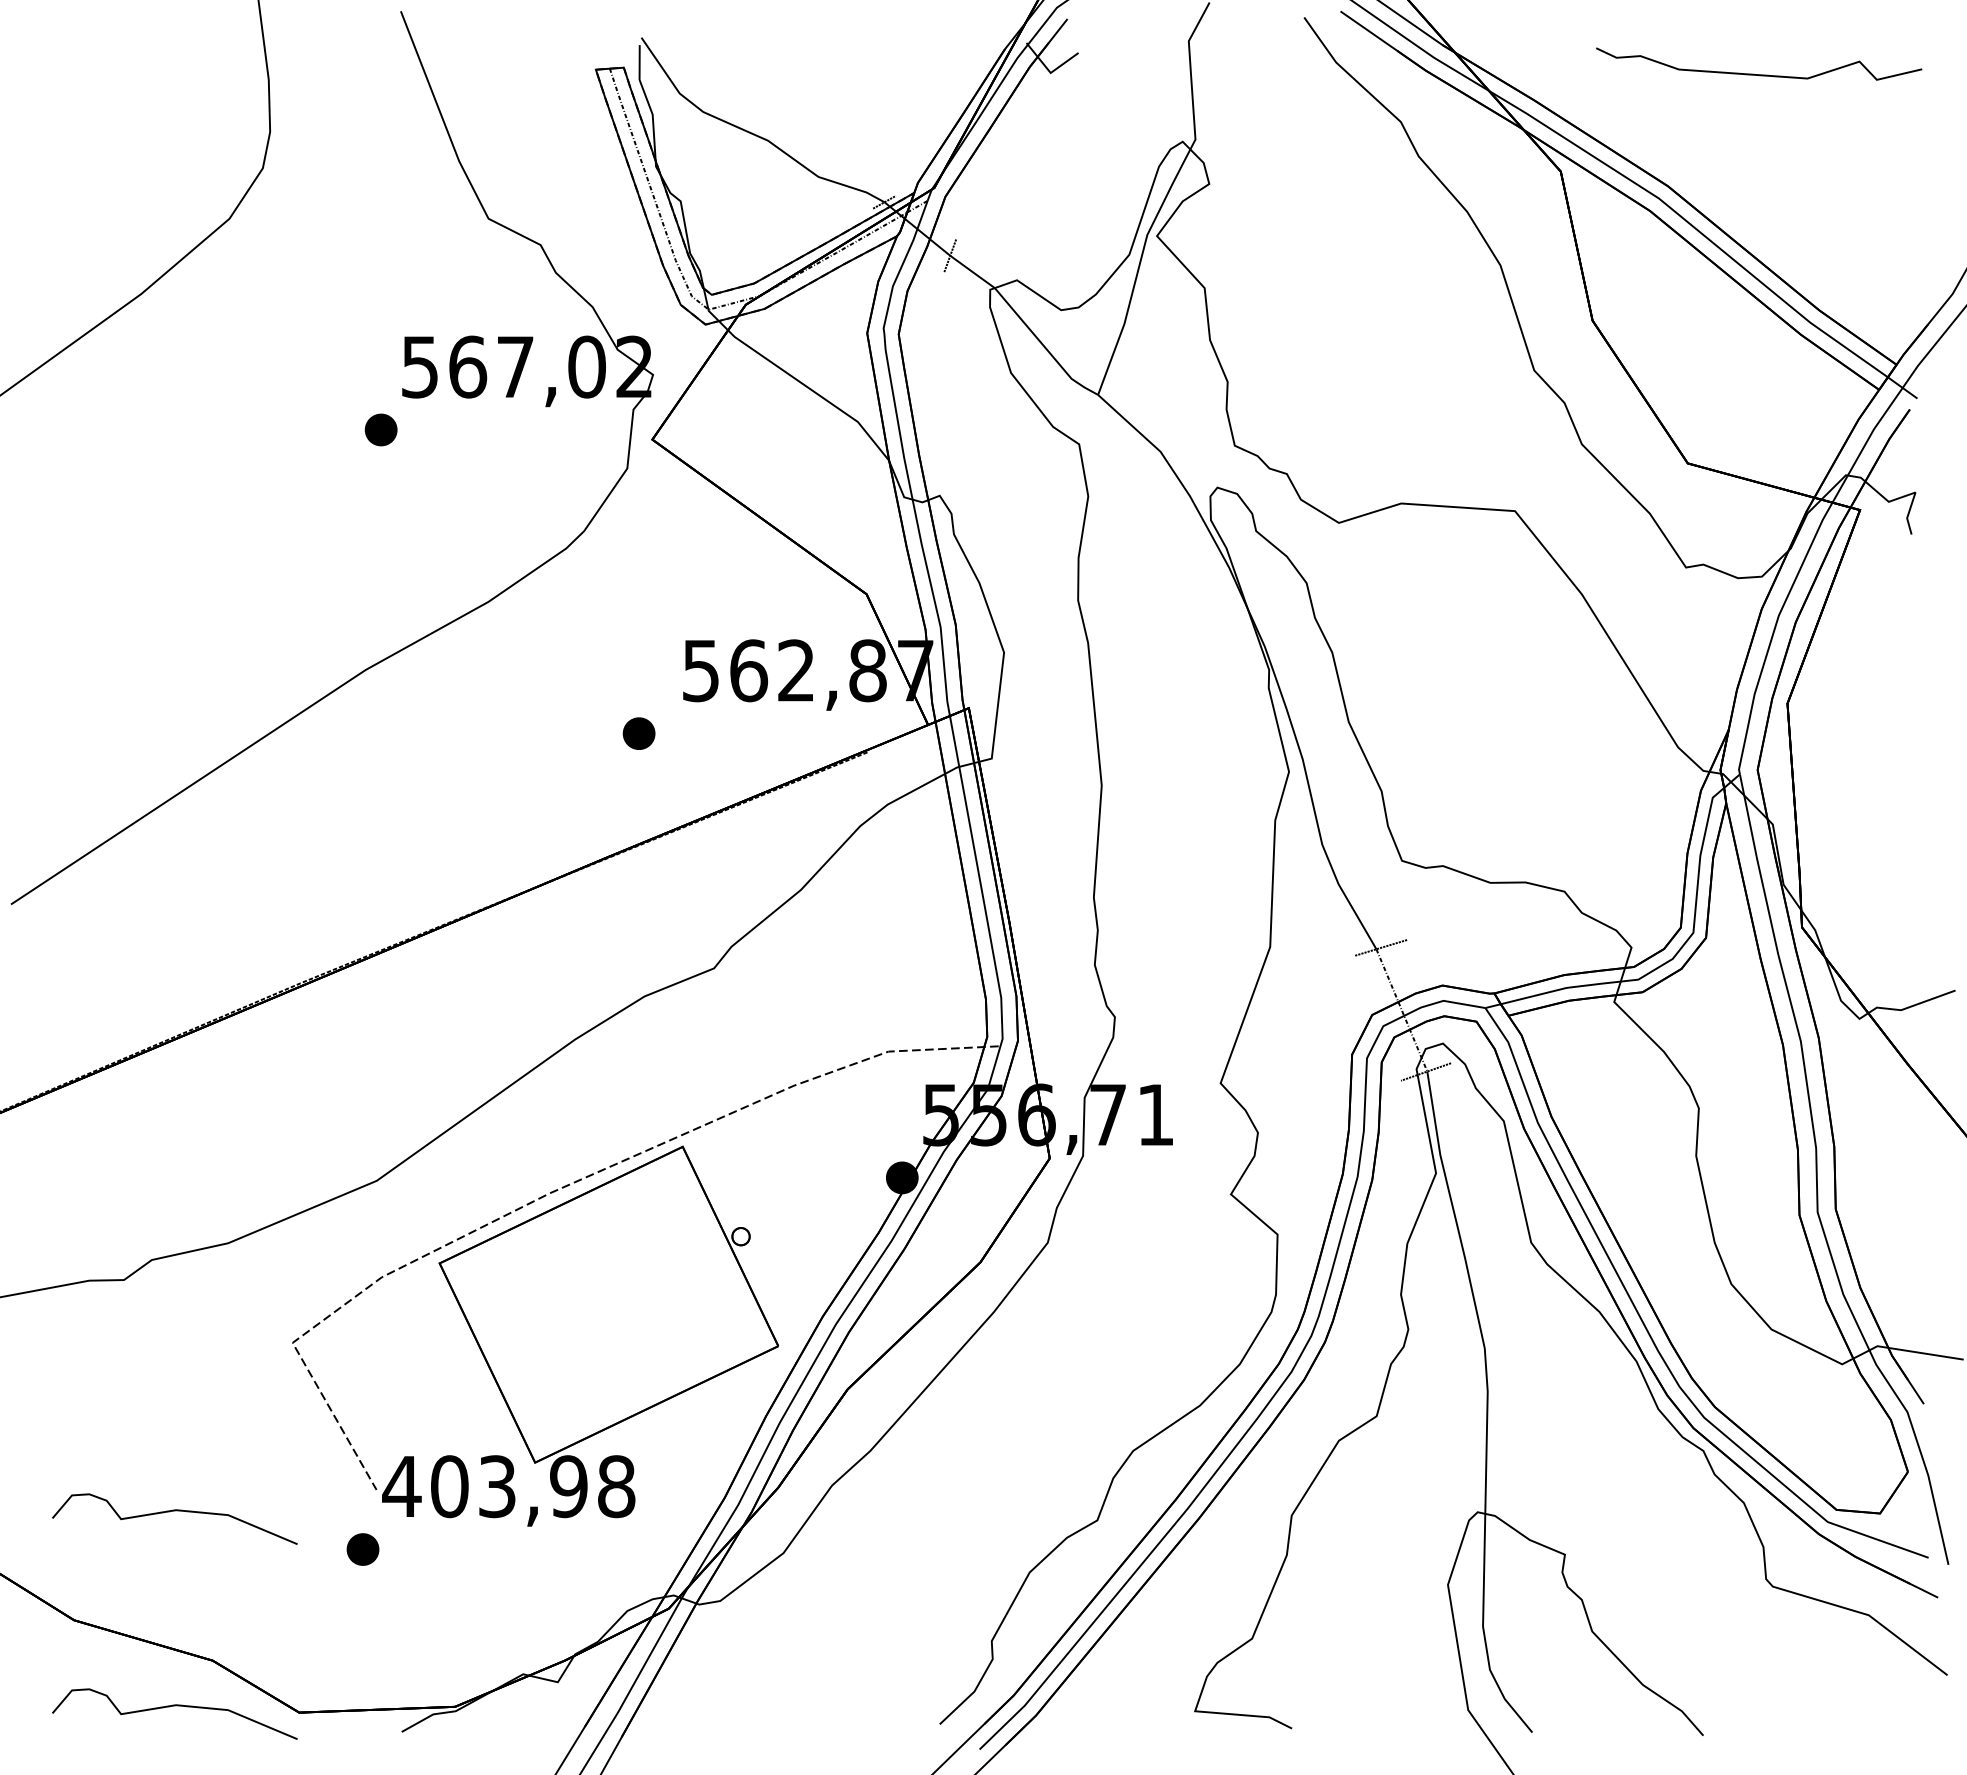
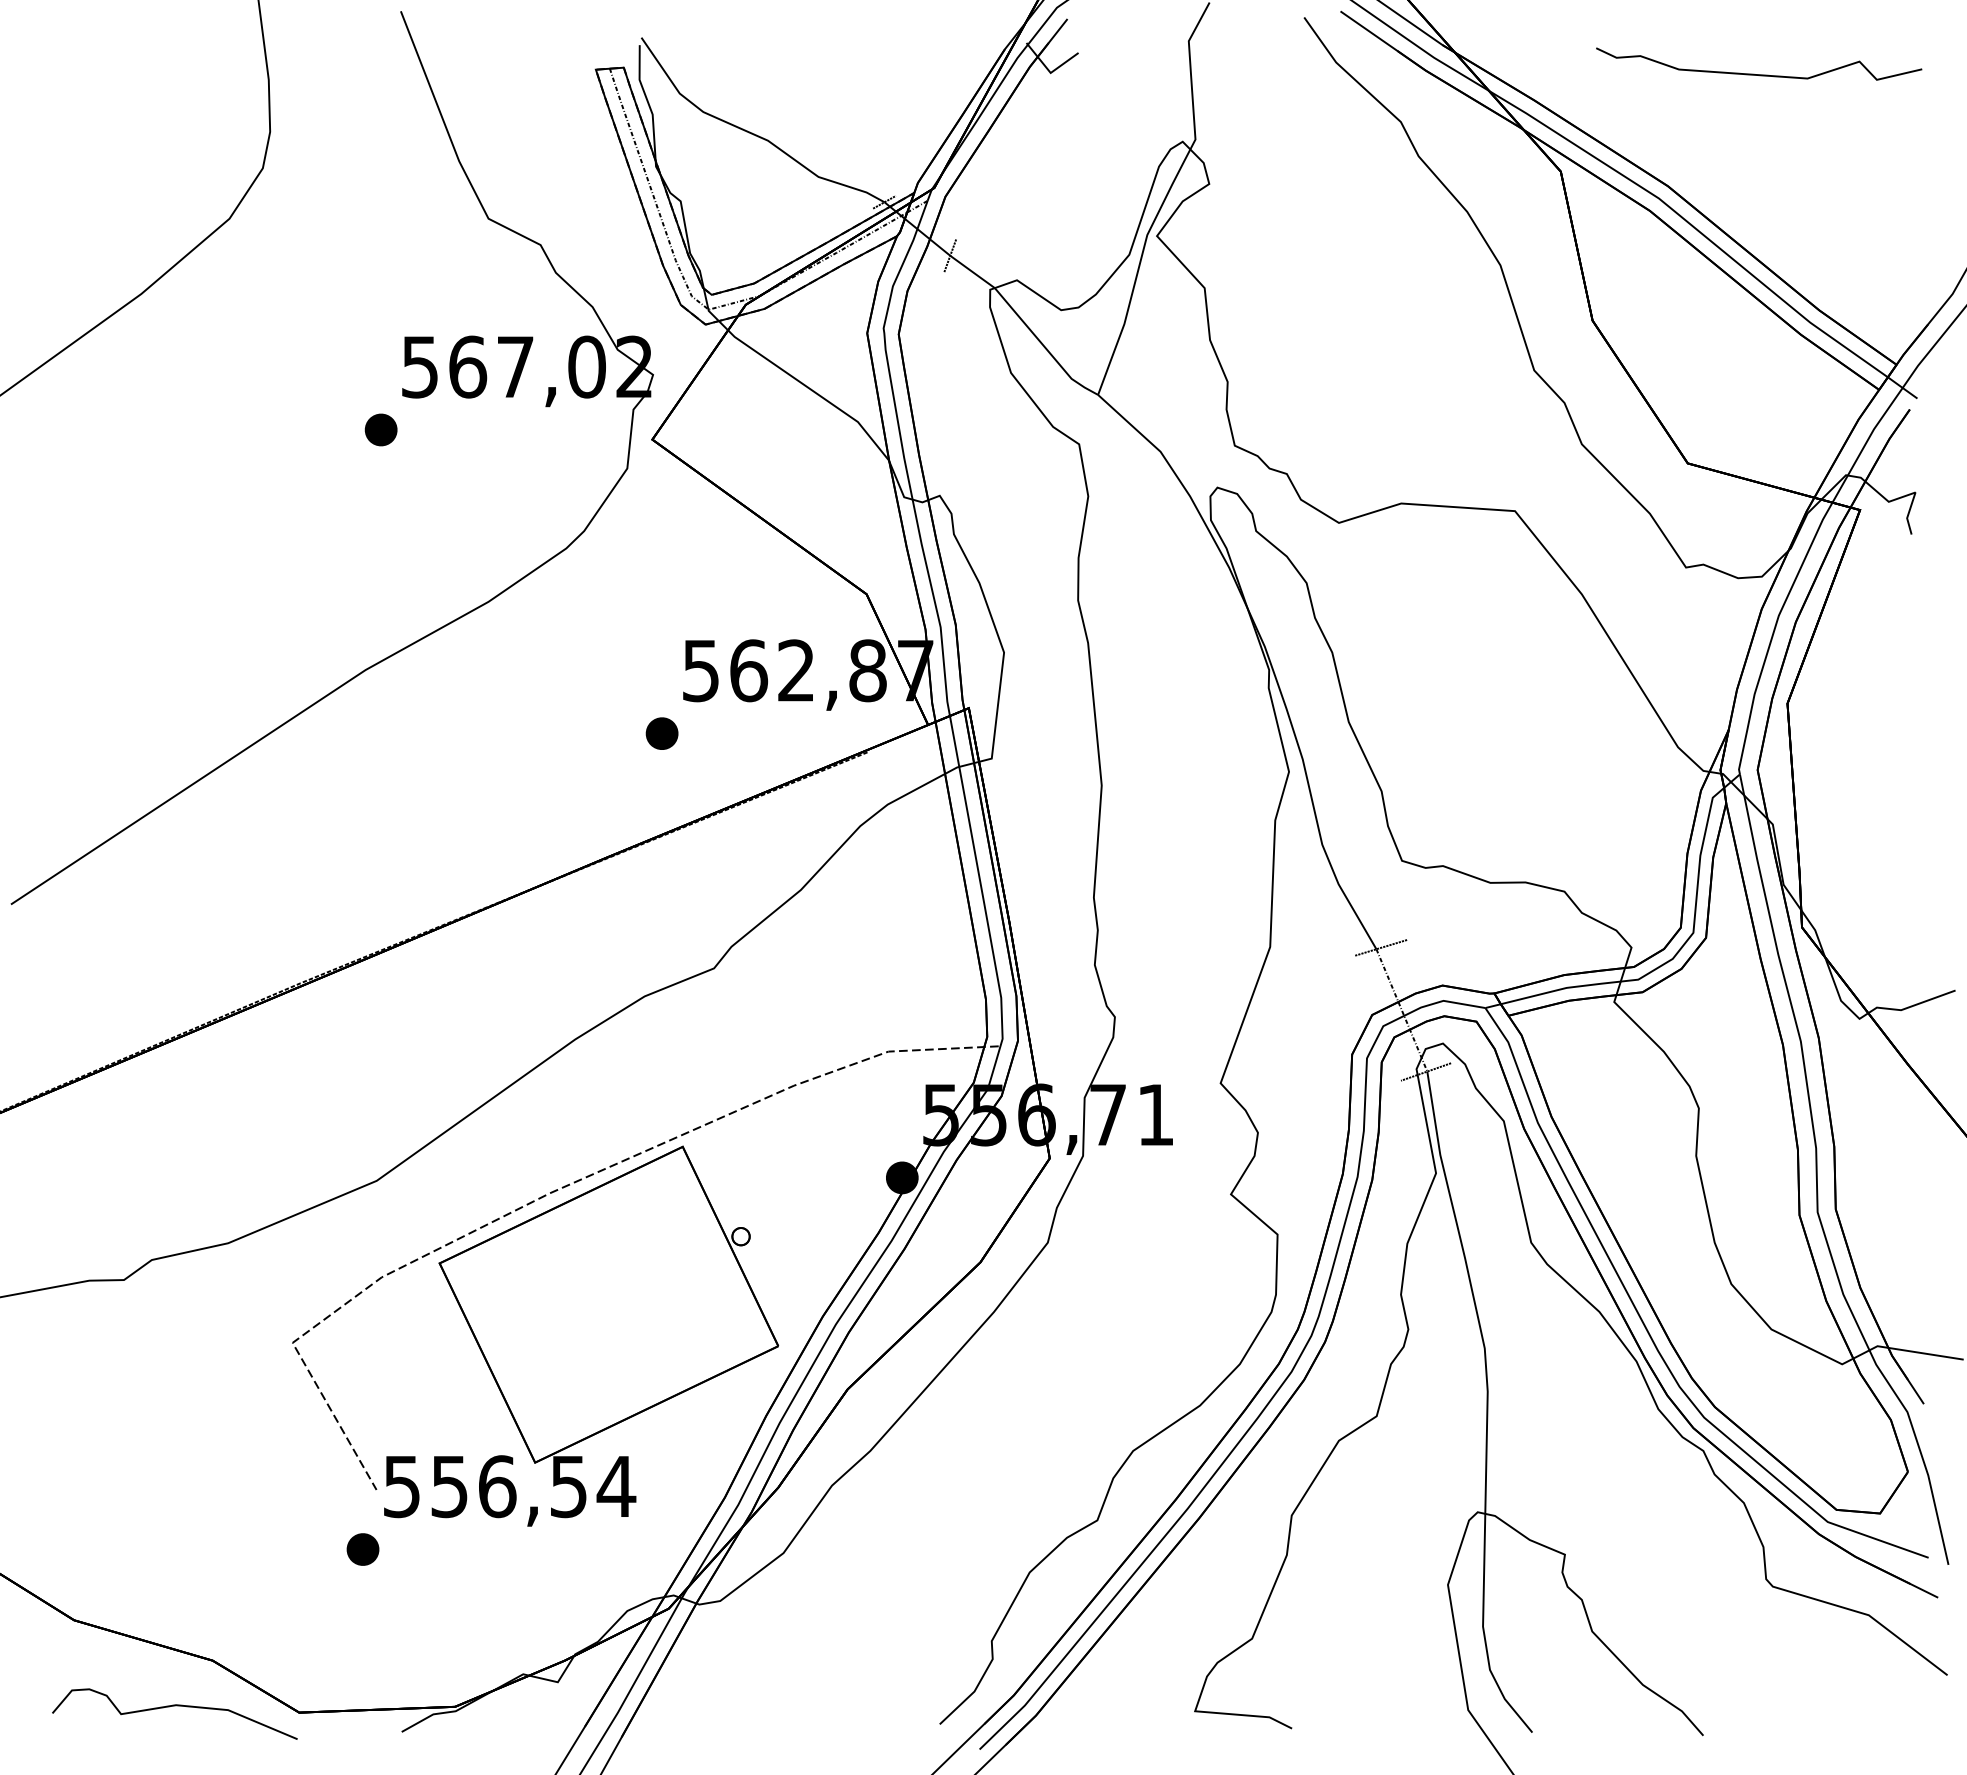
part at (638, 733) position: (638, 733) -> (661, 733)
text at (509, 1486): 403,98 -> 556,54
curve at (174, 1511): present -> none
